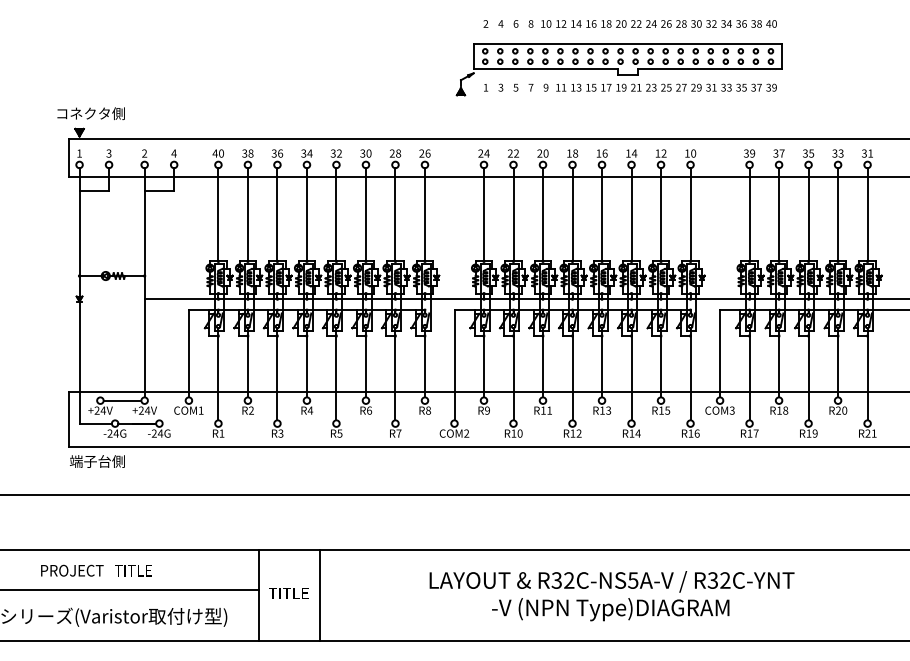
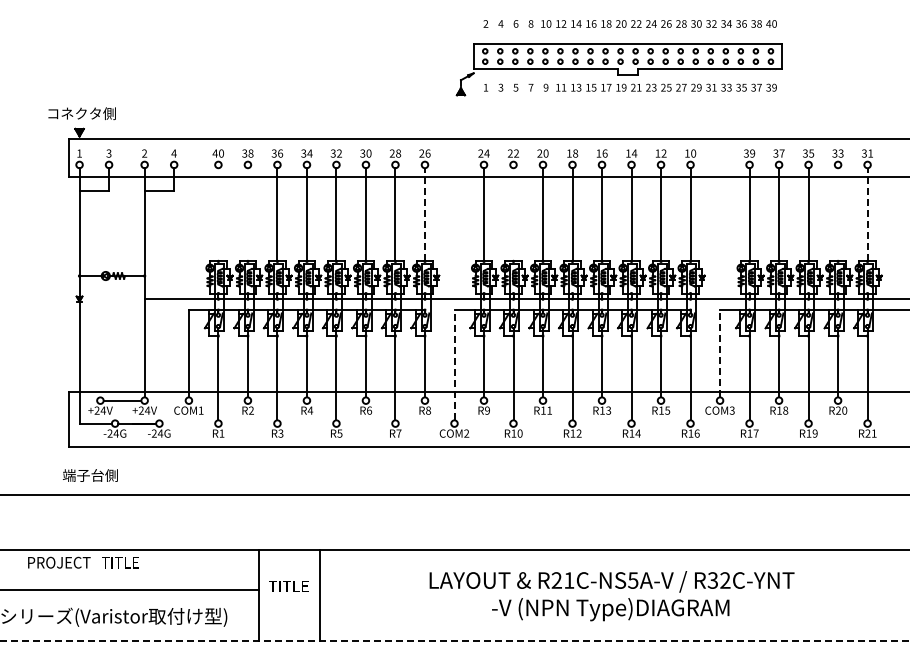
text at (90, 113) position: (90, 113) -> (81, 113)
line at (218, 214): present -> none
line at (247, 214): present -> none
line at (424, 214): solid -> dashed
line at (513, 214): present -> none
line at (838, 214): present -> none
line at (867, 214): solid -> dashed
line at (720, 353): solid -> dashed
line at (454, 364): solid -> dashed
text at (97, 461) position: (97, 461) -> (90, 475)
text at (96, 570) position: (96, 570) -> (83, 562)
text at (562, 580): R32C-NS5A-V -> R21C-NS5A-V
text at (288, 593) position: (288, 593) -> (288, 586)
line at (455, 641): solid -> dashed
